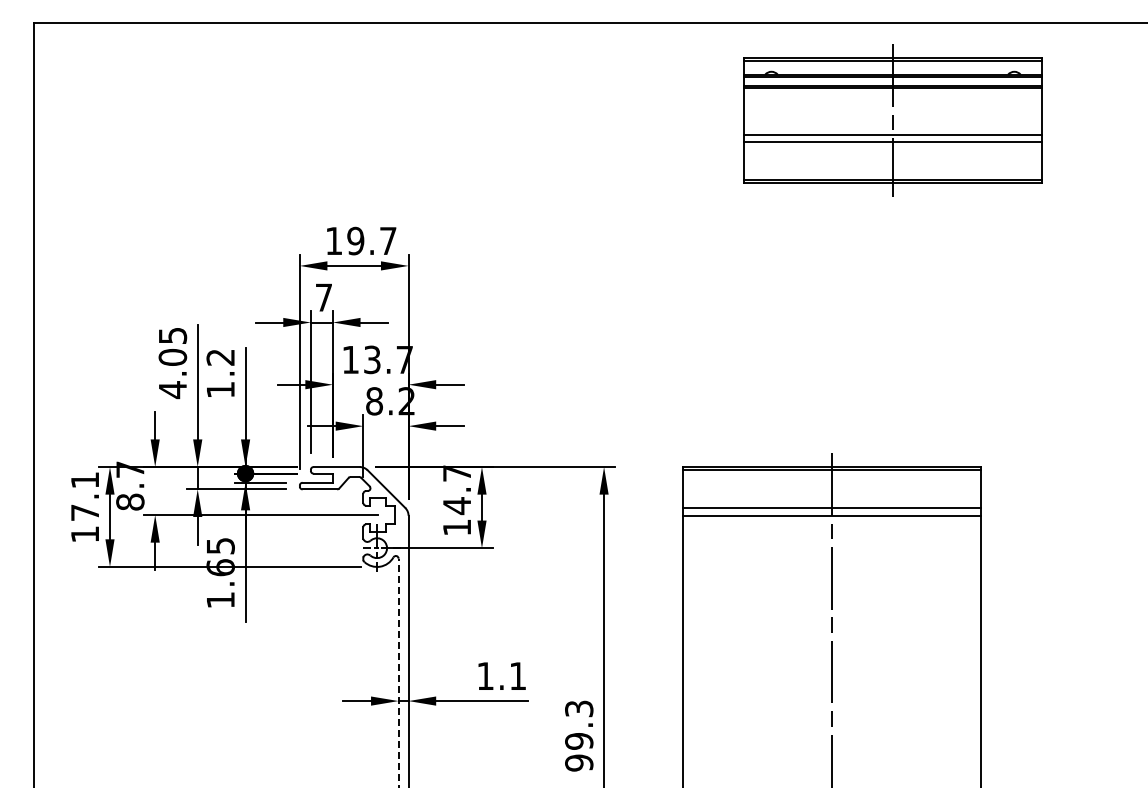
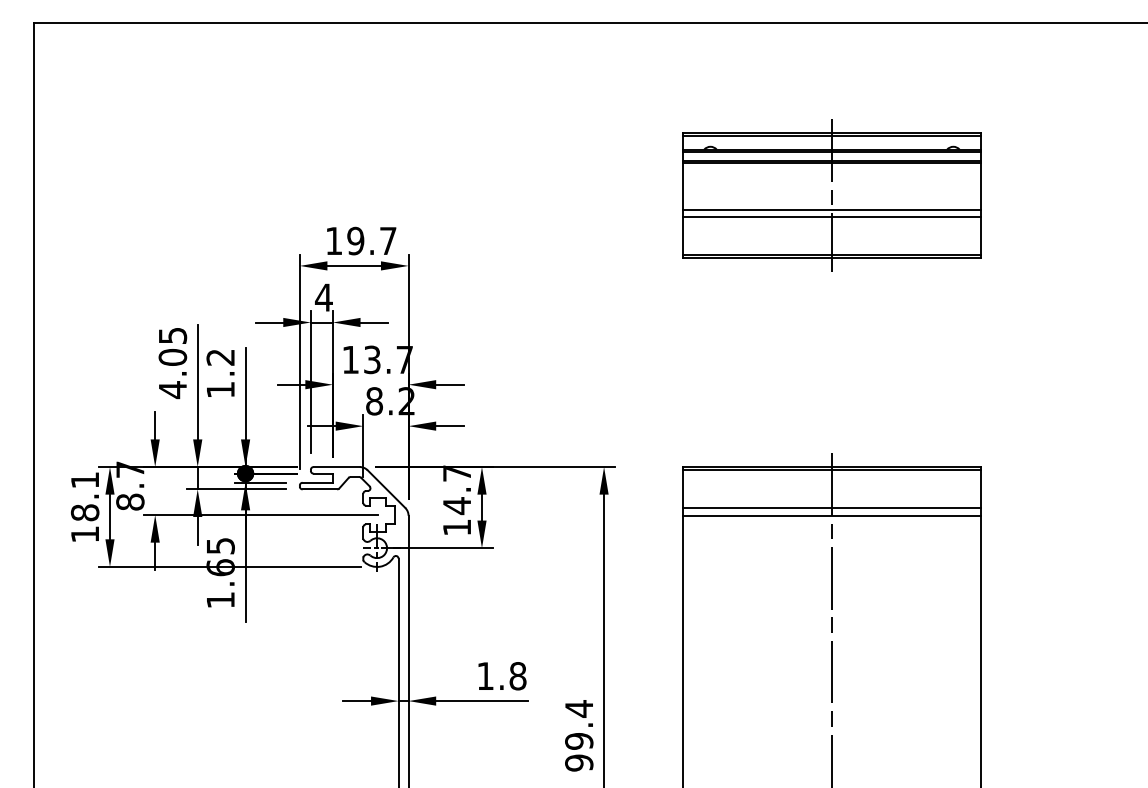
part at (892, 120) position: (892, 120) -> (831, 195)
text at (323, 297): 7 -> 4
text at (84, 512): 17.1 -> 18.1
line at (398, 672): dashed -> solid
text at (517, 676): 1.1 -> 1.8
text at (579, 708): 99.3 -> 99.4
